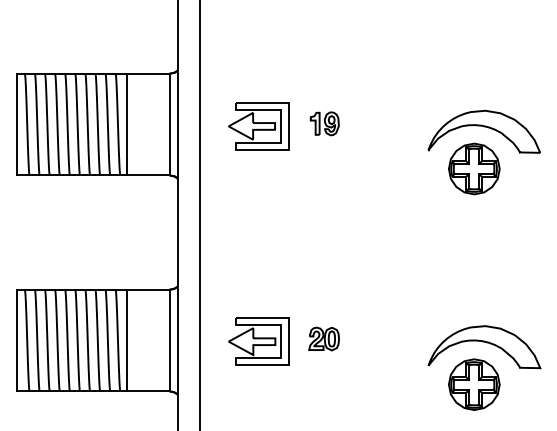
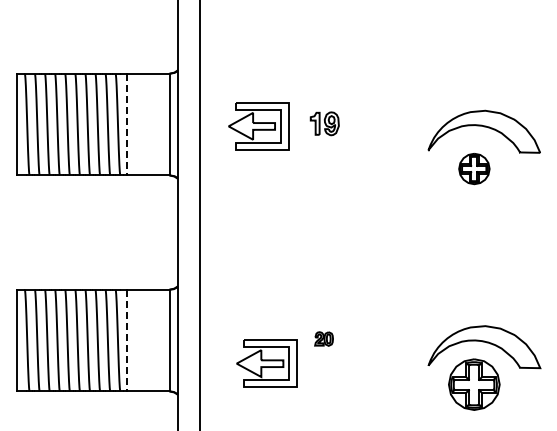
line at (127, 124): solid -> dashed
part at (474, 168) size: 53x54 px -> 33x33 px
part at (323, 338) size: 32x26 px -> 20x16 px
line at (127, 340): solid -> dashed
part at (258, 341) position: (258, 341) -> (266, 363)
